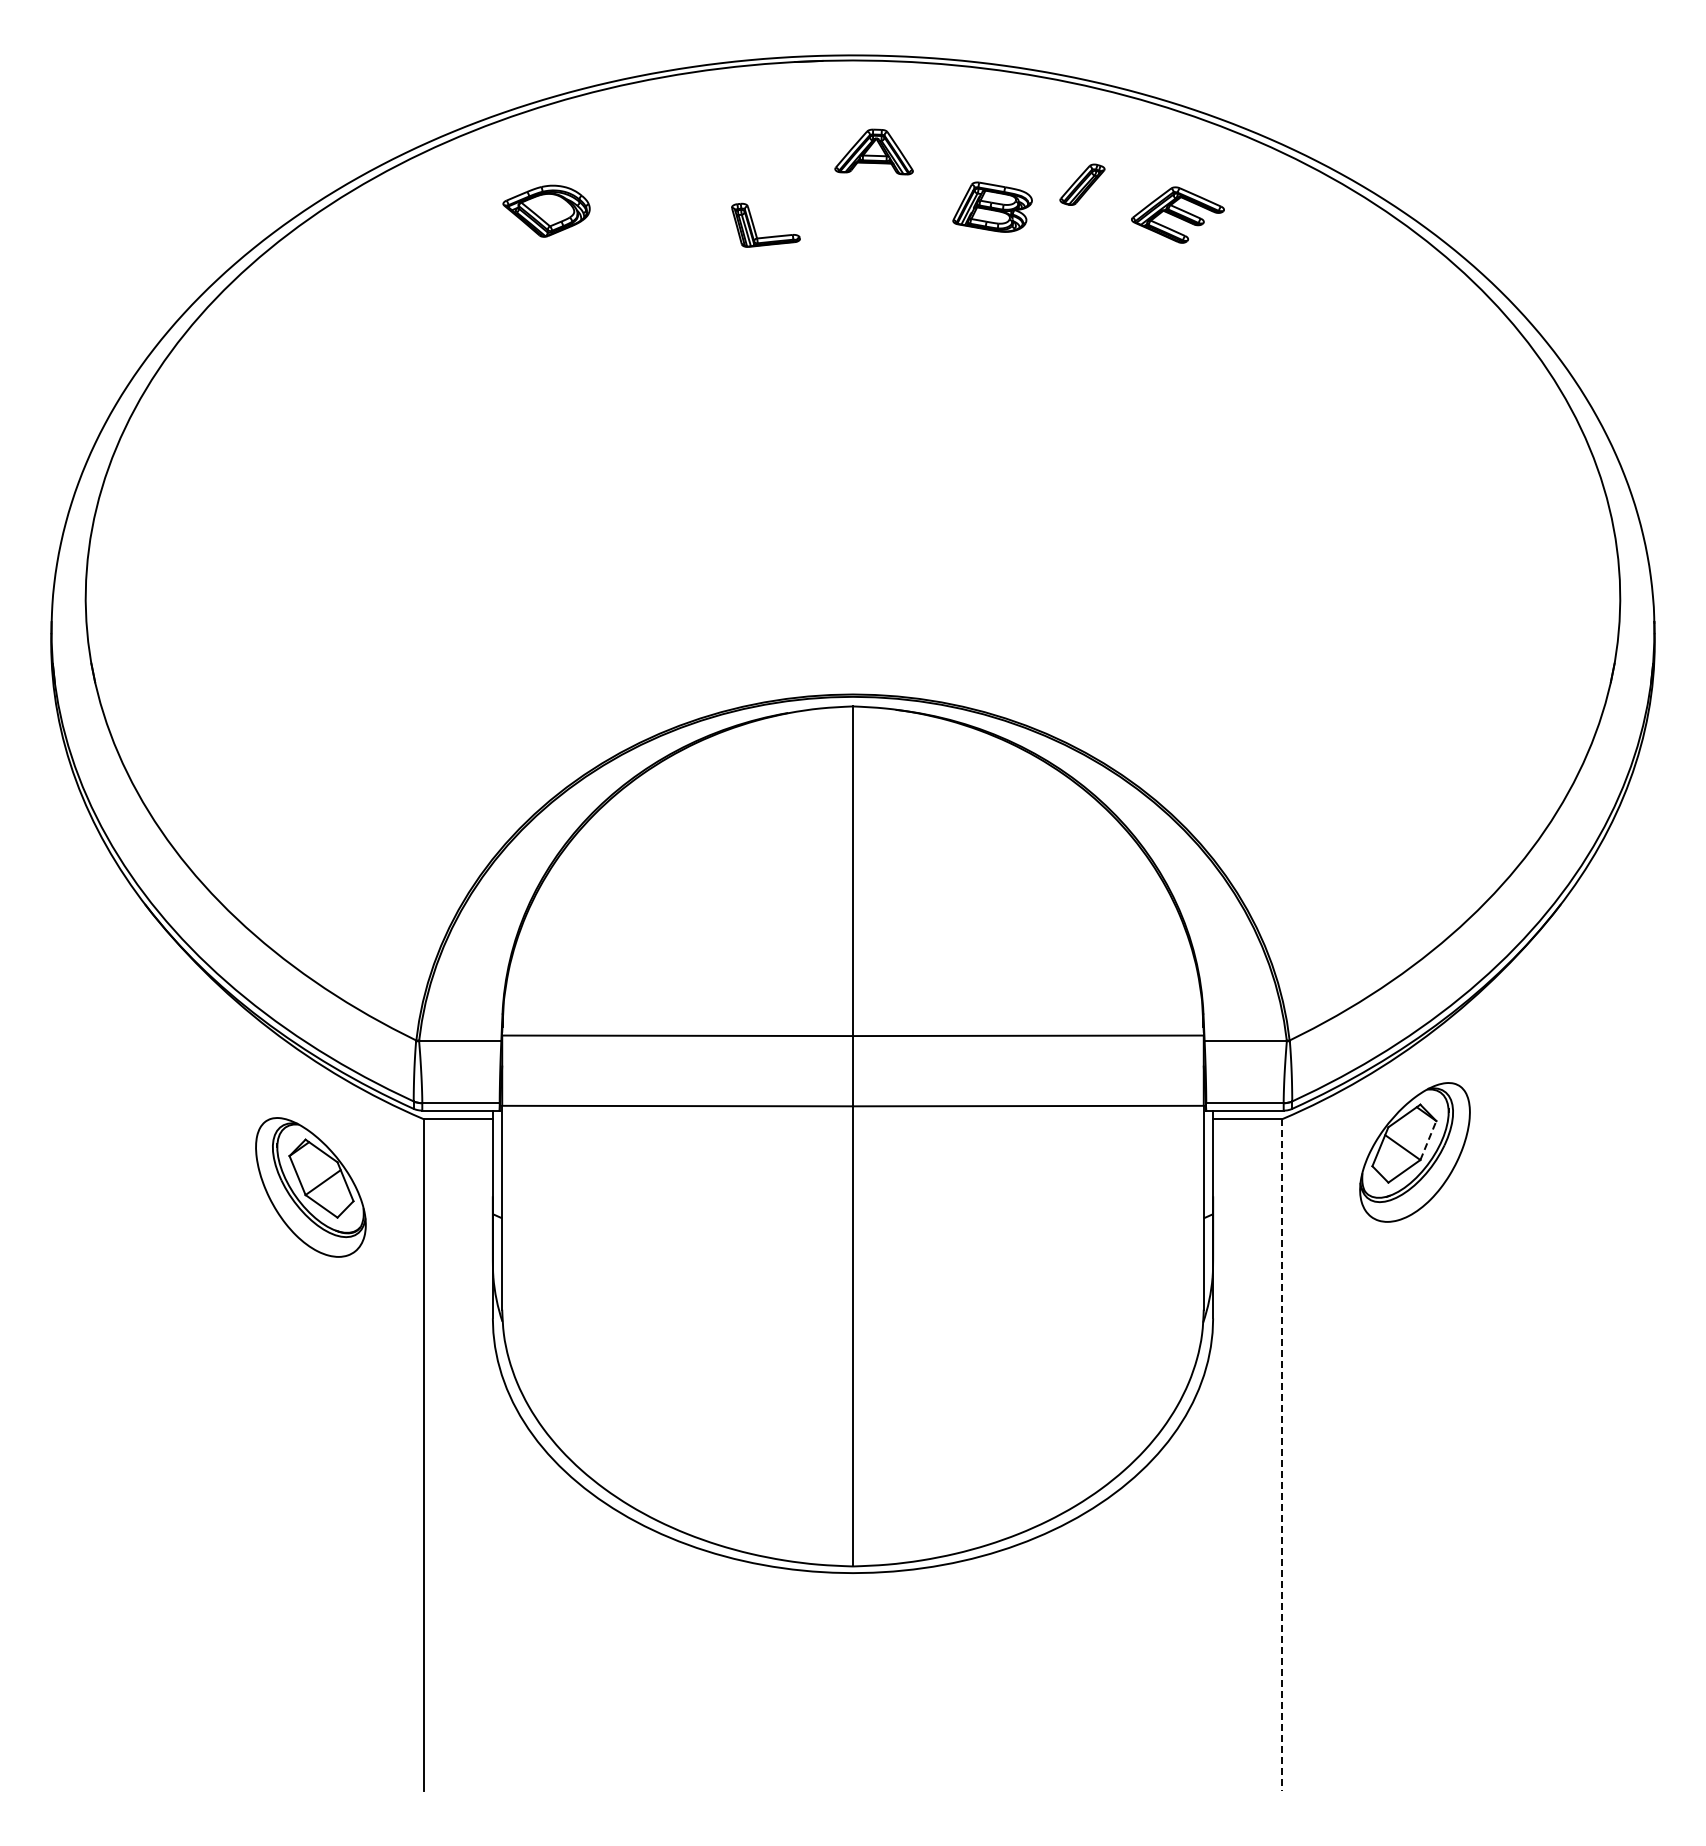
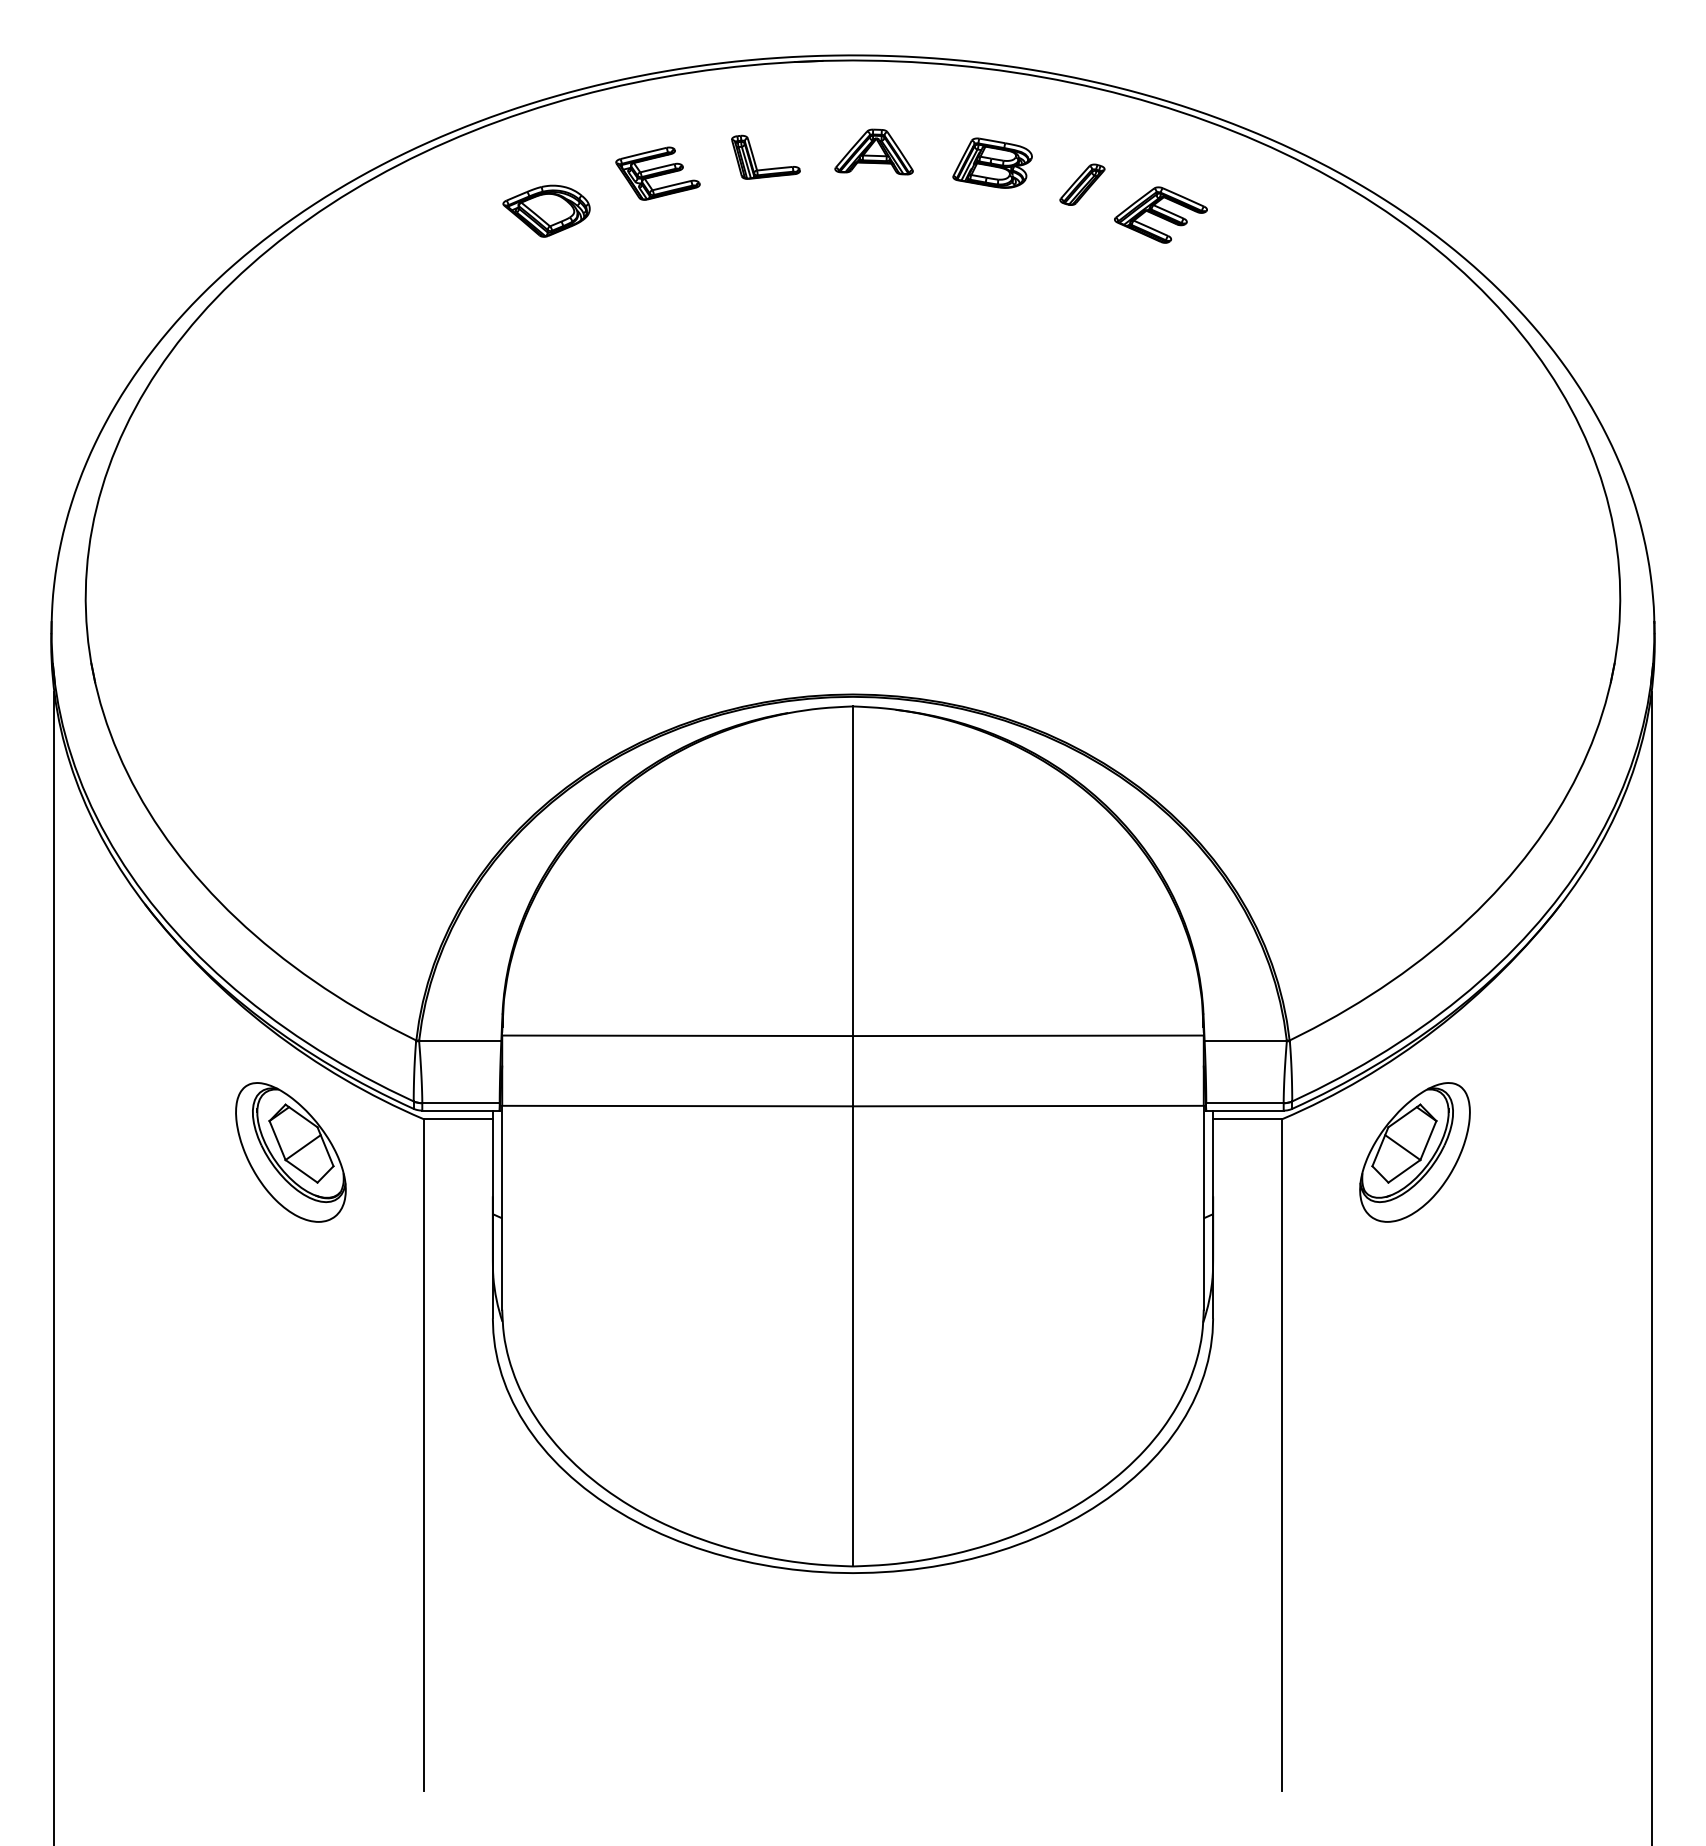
part at (657, 173): none -> present
part at (992, 206) position: (992, 206) -> (992, 162)
part at (1177, 214) position: (1177, 214) -> (1160, 214)
part at (755, 228) position: (755, 228) -> (755, 160)
line at (1428, 1140): dashed -> solid
part at (310, 1187) position: (310, 1187) -> (290, 1152)
line at (54, 1267): none -> present
line at (1651, 1267): none -> present
line at (1282, 1454): dashed -> solid
